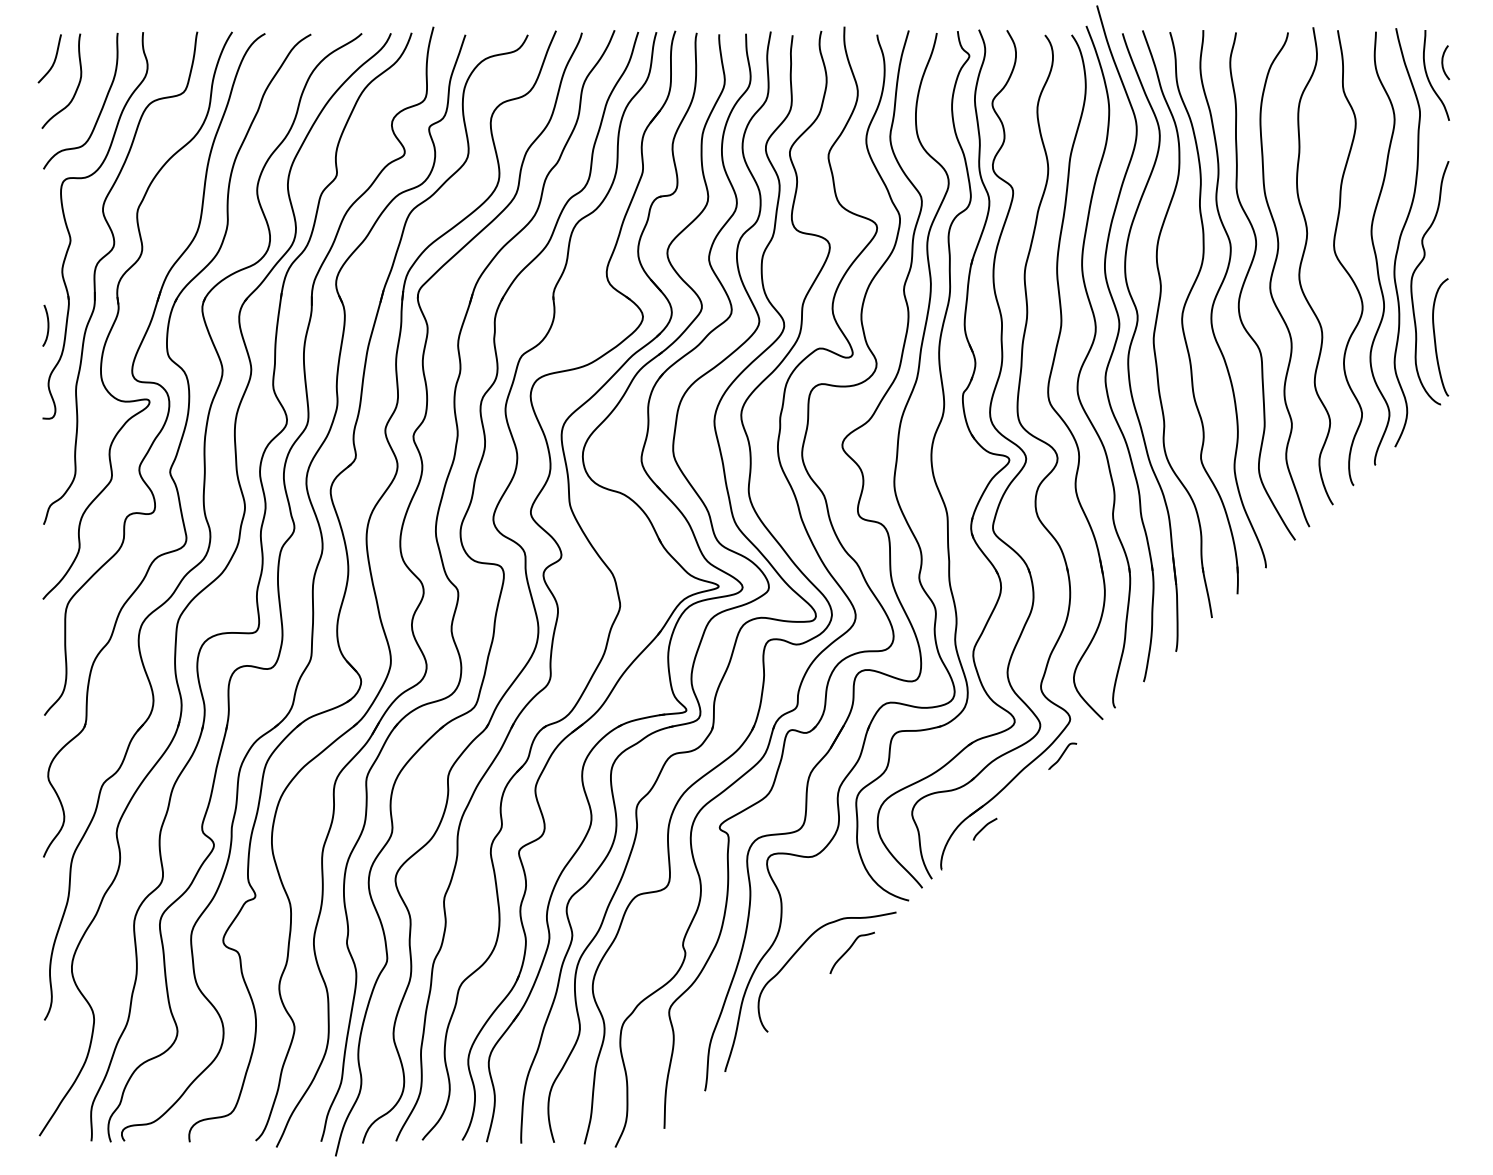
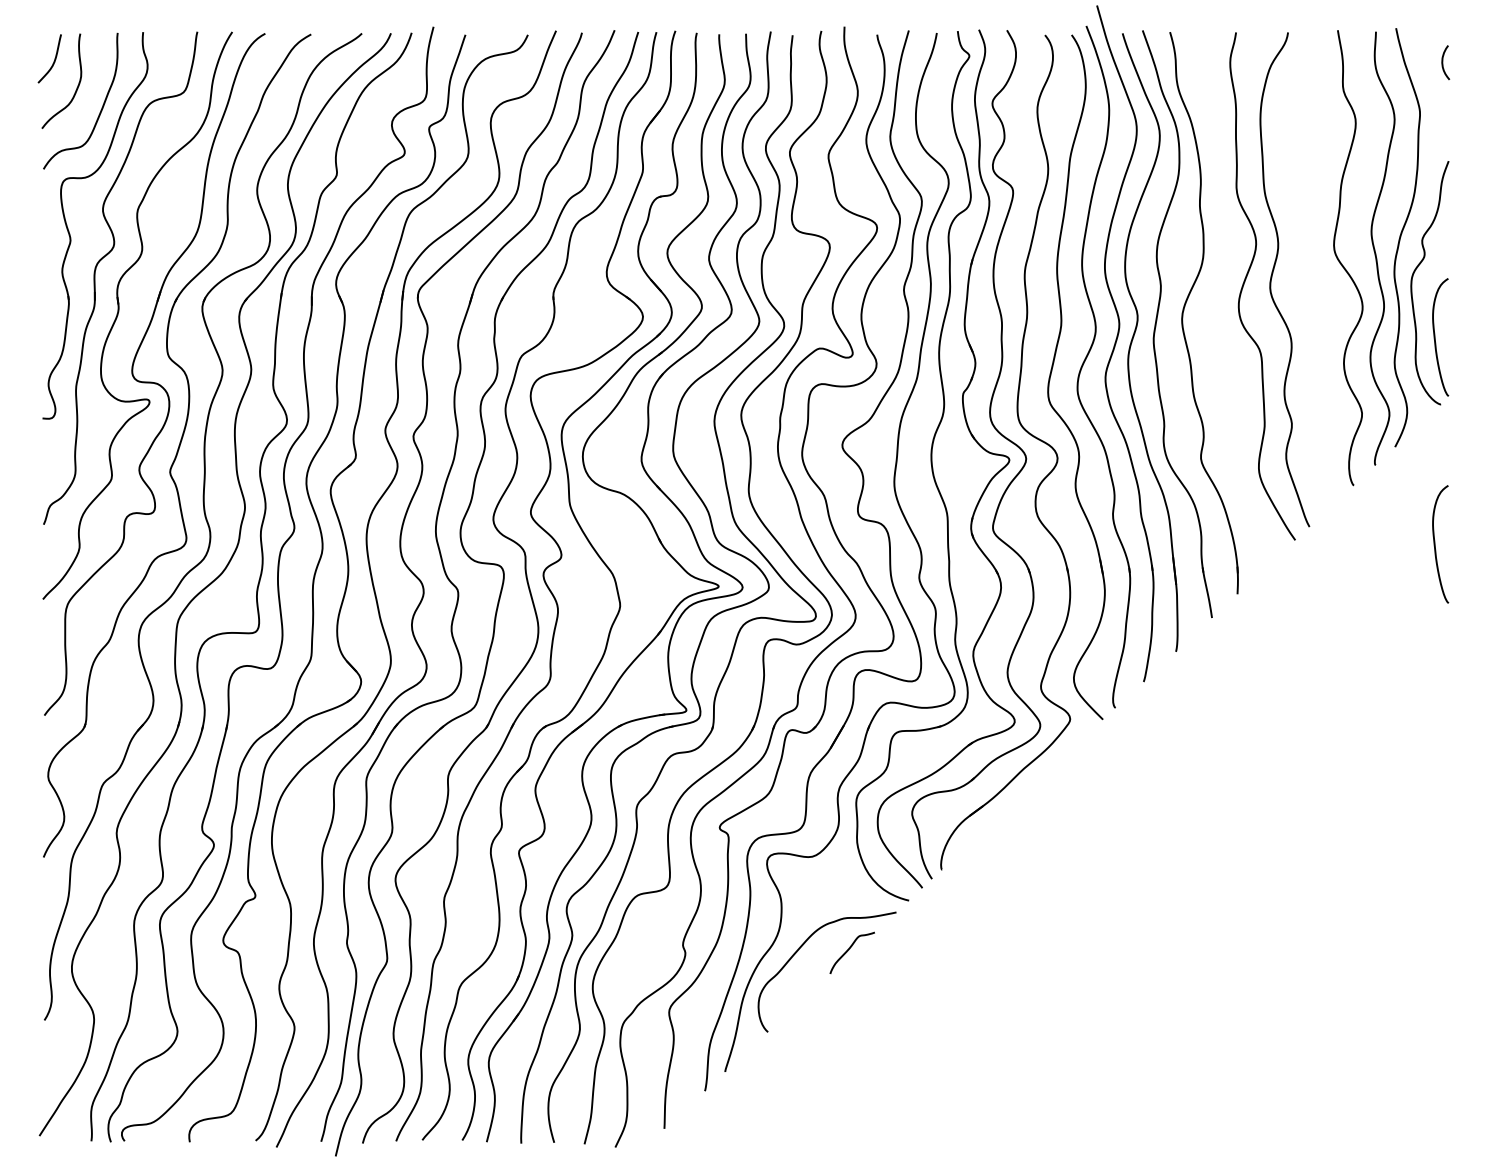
curve at (1428, 76): present -> none
curve at (1302, 262): present -> none
curve at (1218, 293): present -> none
curve at (47, 325): present -> none
curve at (1435, 544): none -> present
curve at (1062, 755): present -> none
curve at (984, 828): present -> none
